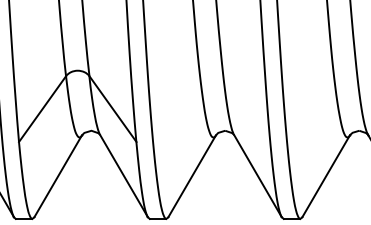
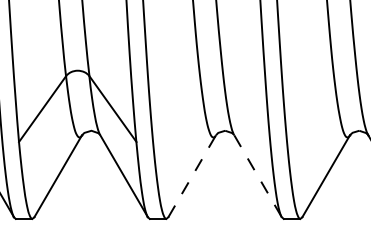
line at (192, 175): solid -> dashed
line at (258, 176): solid -> dashed
